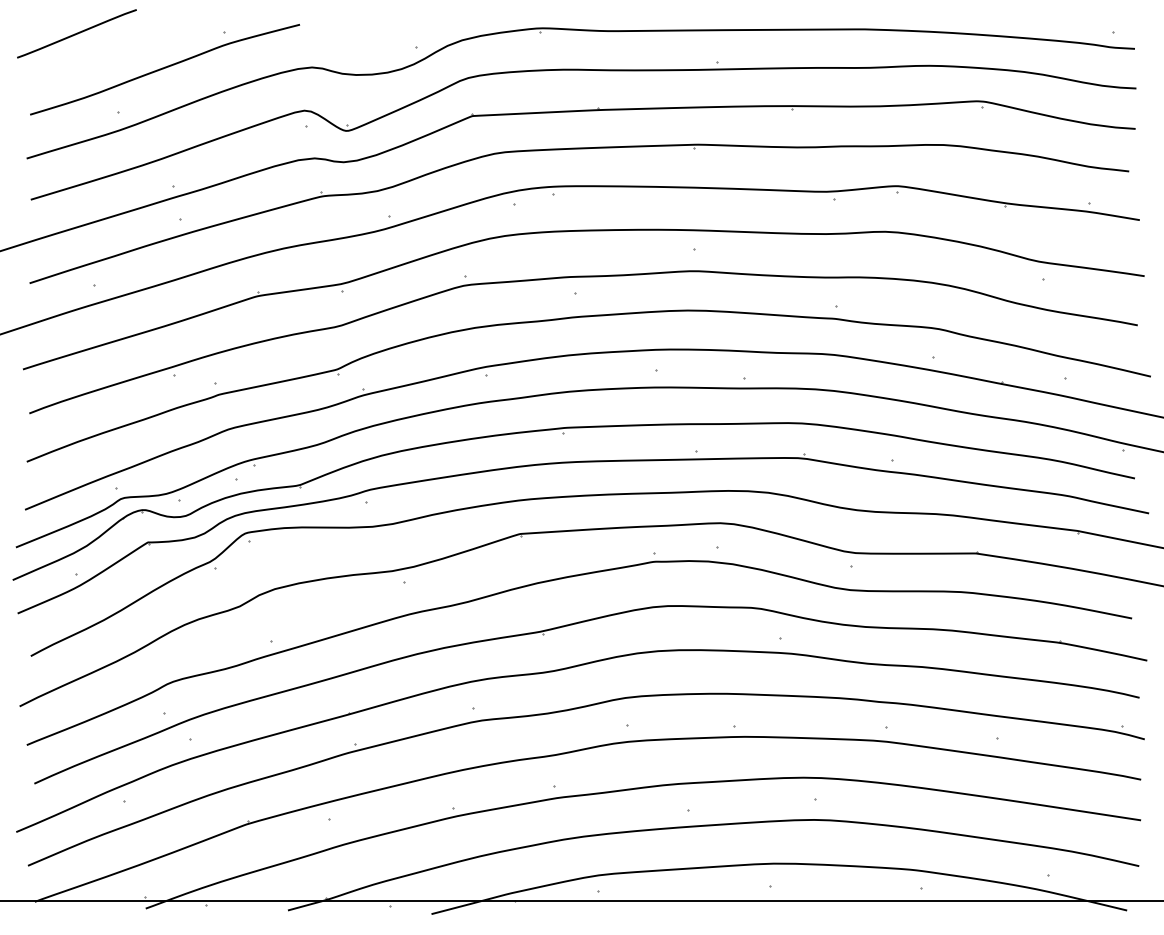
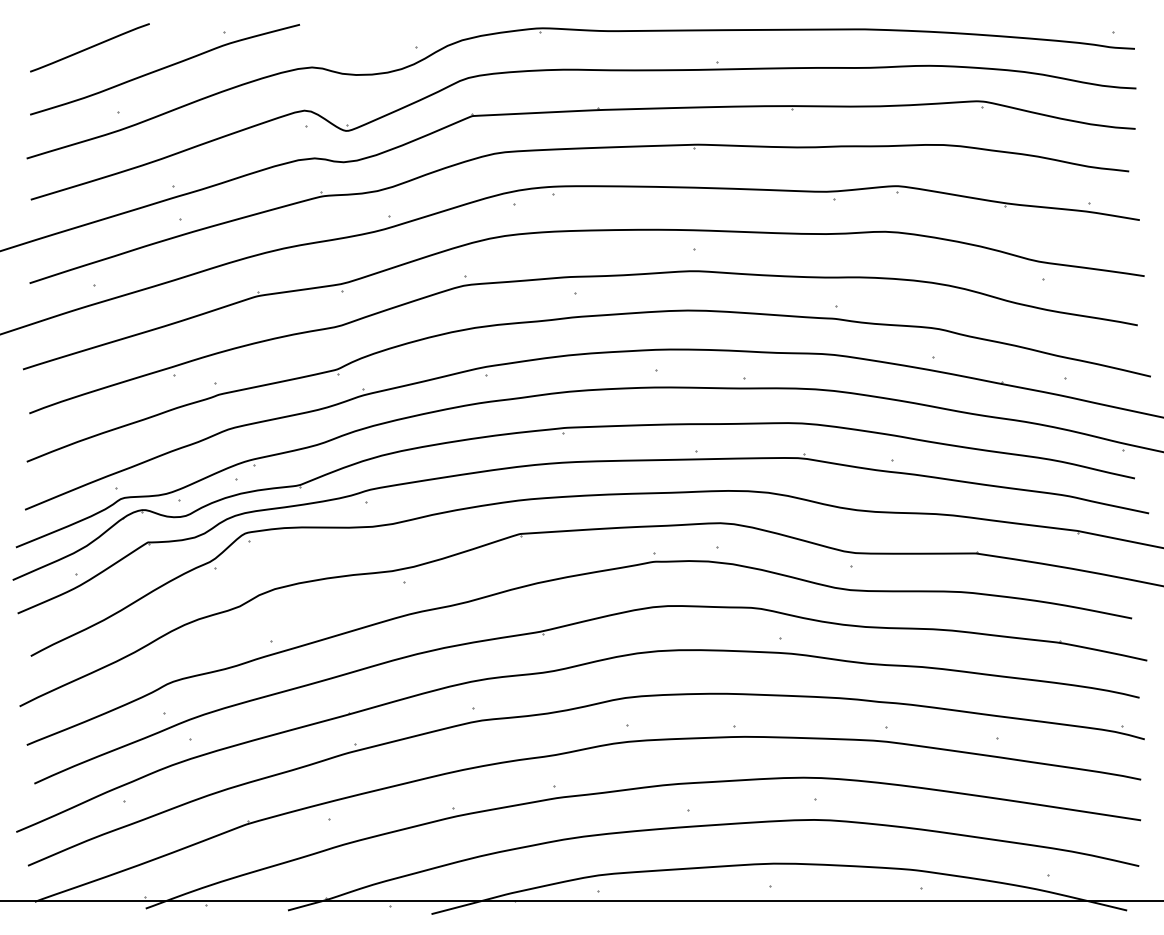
line at (76, 33) position: (76, 33) -> (89, 47)
